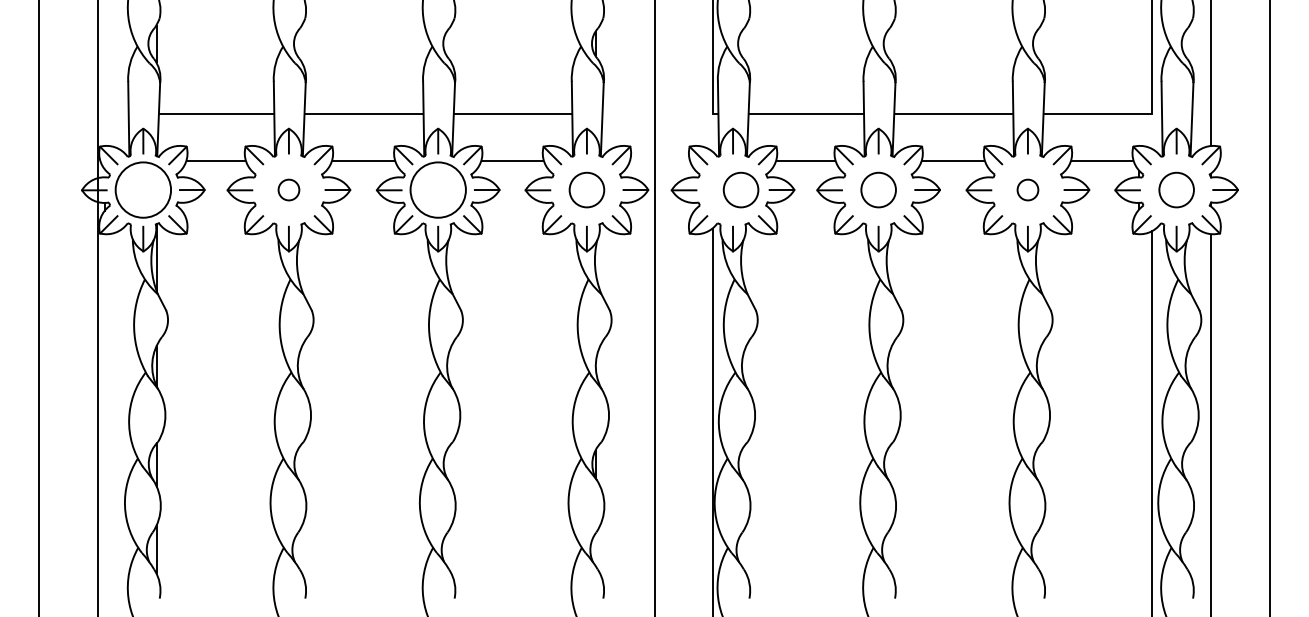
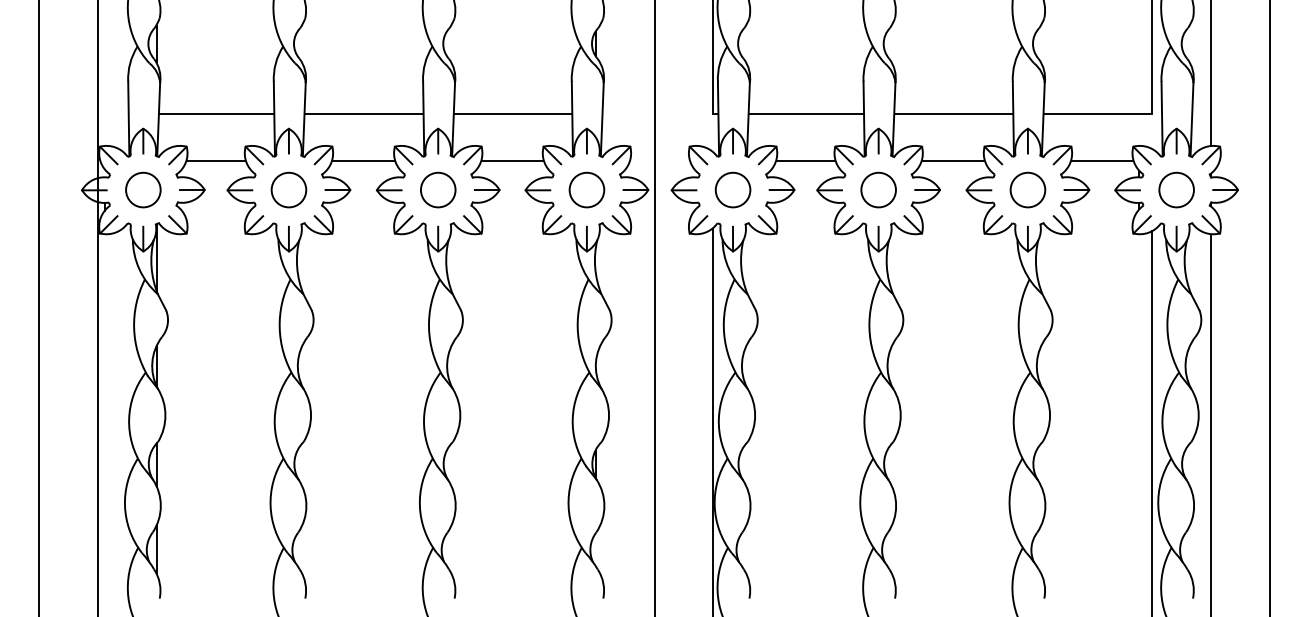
circle at (143, 189) diameter: 55 px -> 35 px
circle at (288, 189) size: 24x24 px -> 38x38 px
circle at (437, 189) diameter: 55 px -> 35 px
circle at (740, 189) position: (740, 189) -> (732, 189)
circle at (1027, 189) size: 24x24 px -> 38x38 px
